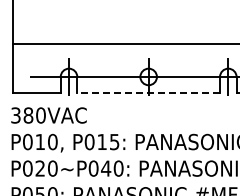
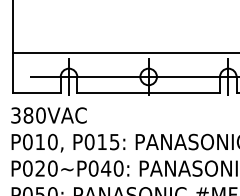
line at (124, 44) position: (124, 44) -> (124, 53)
line at (148, 92): dashed -> solid
